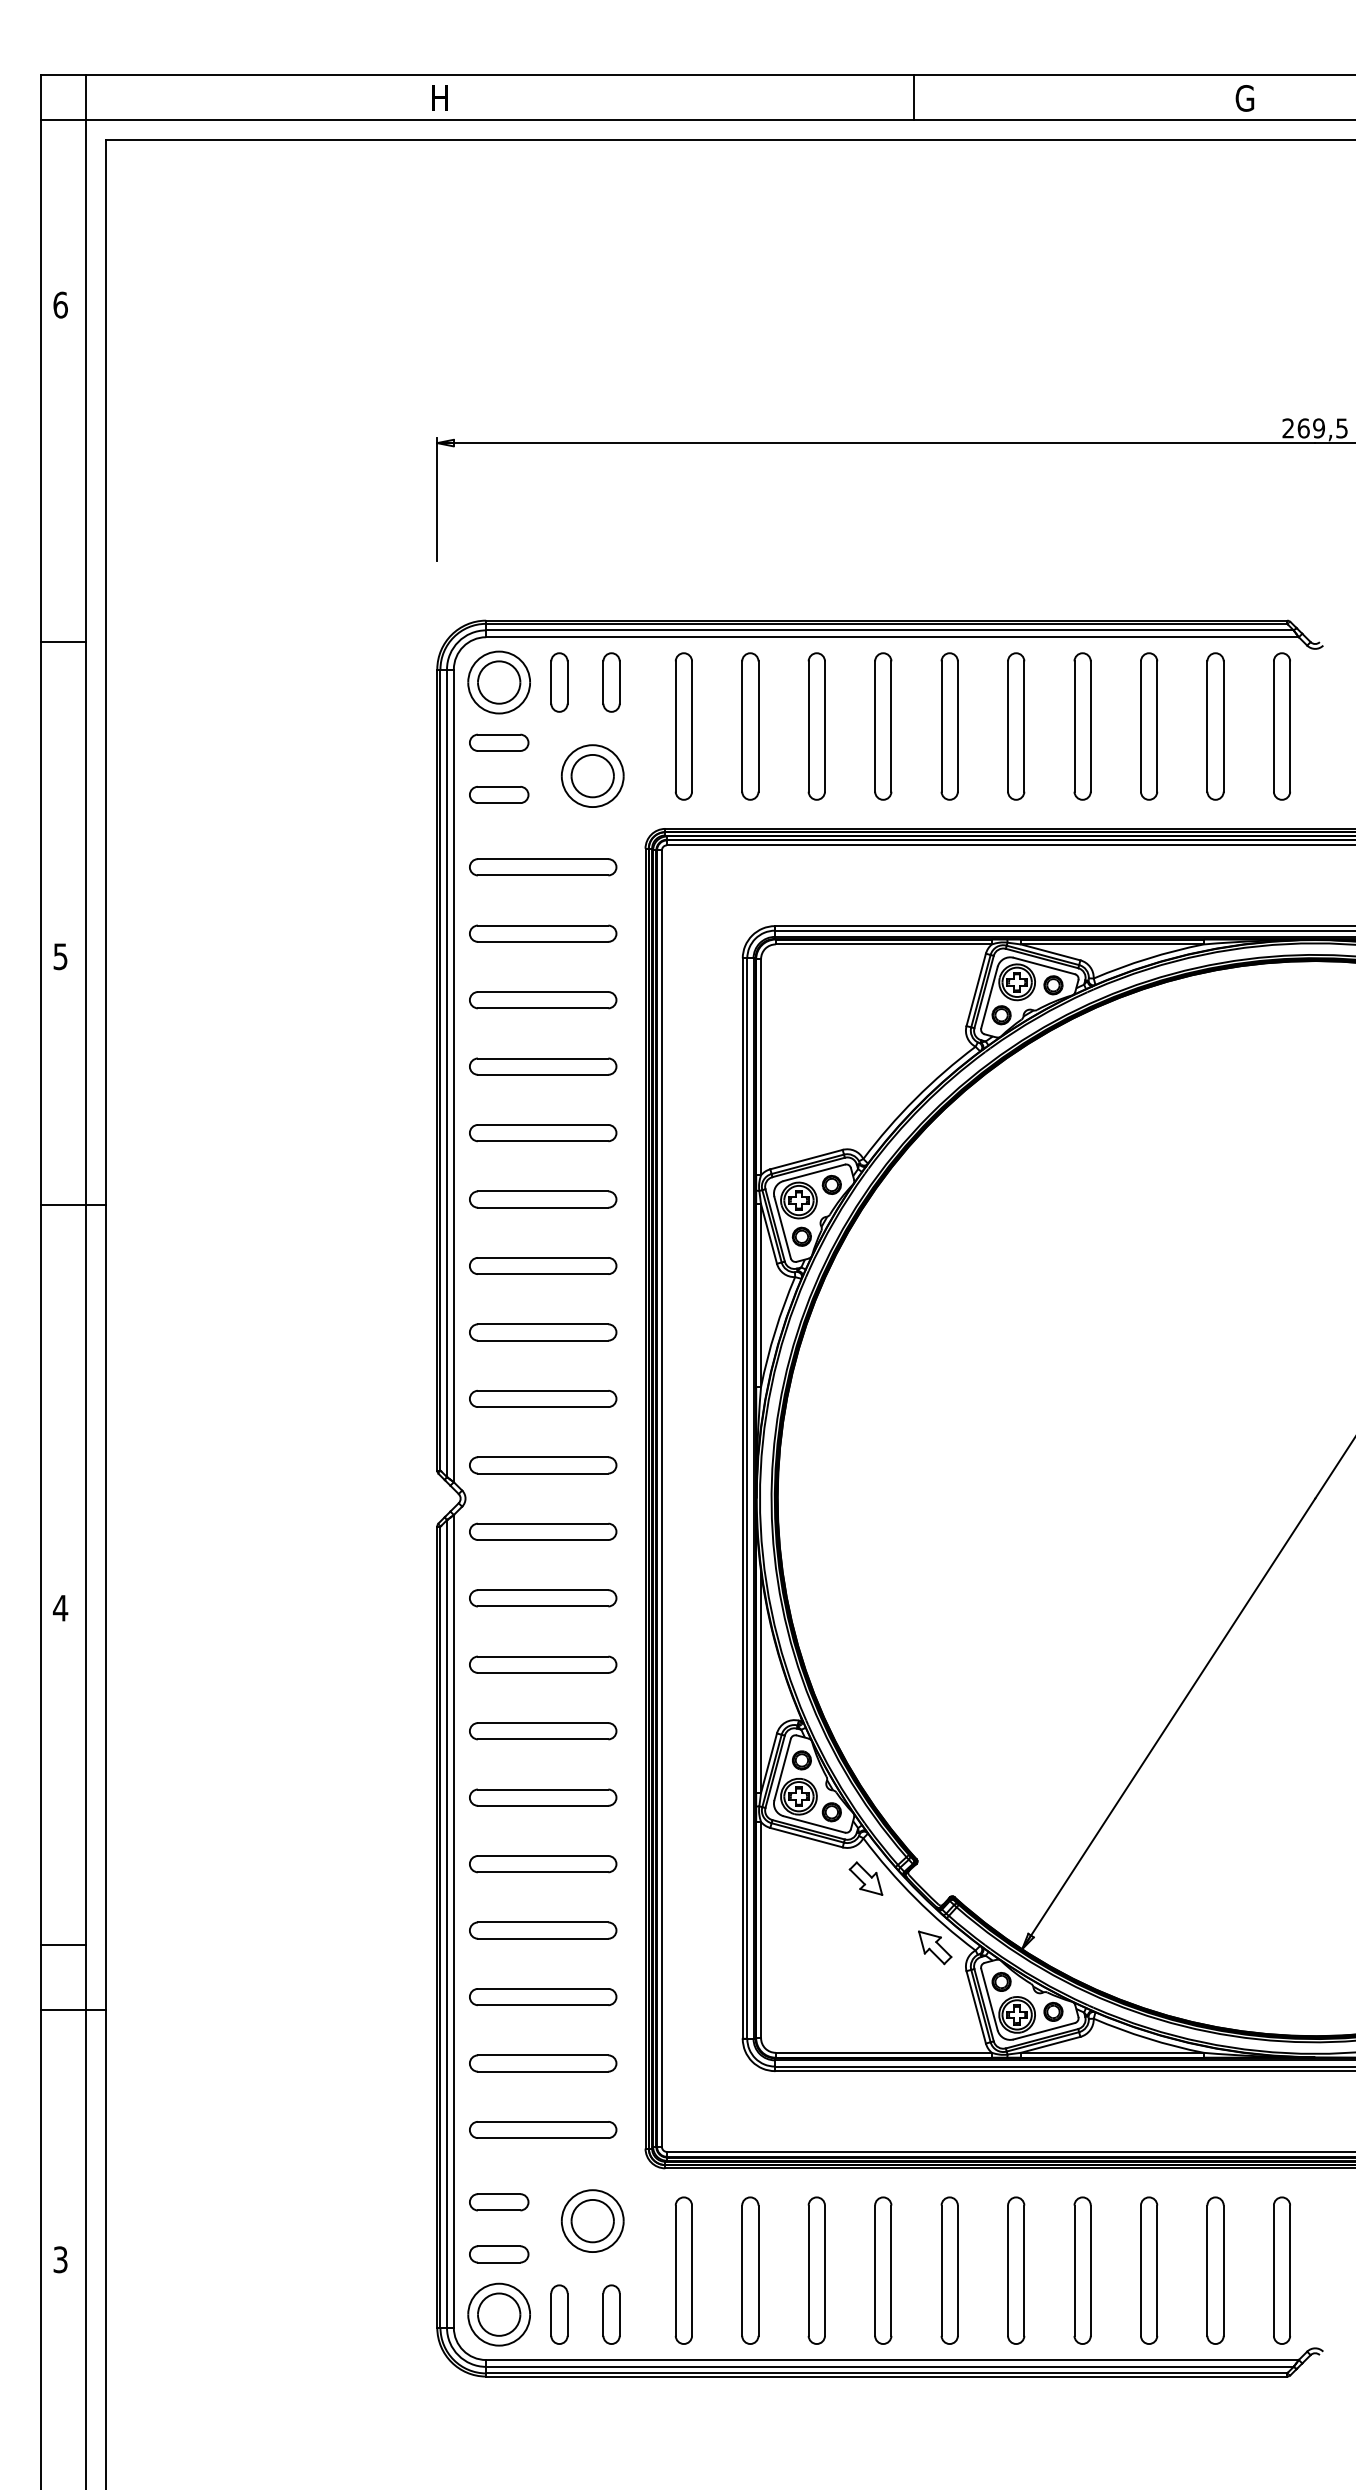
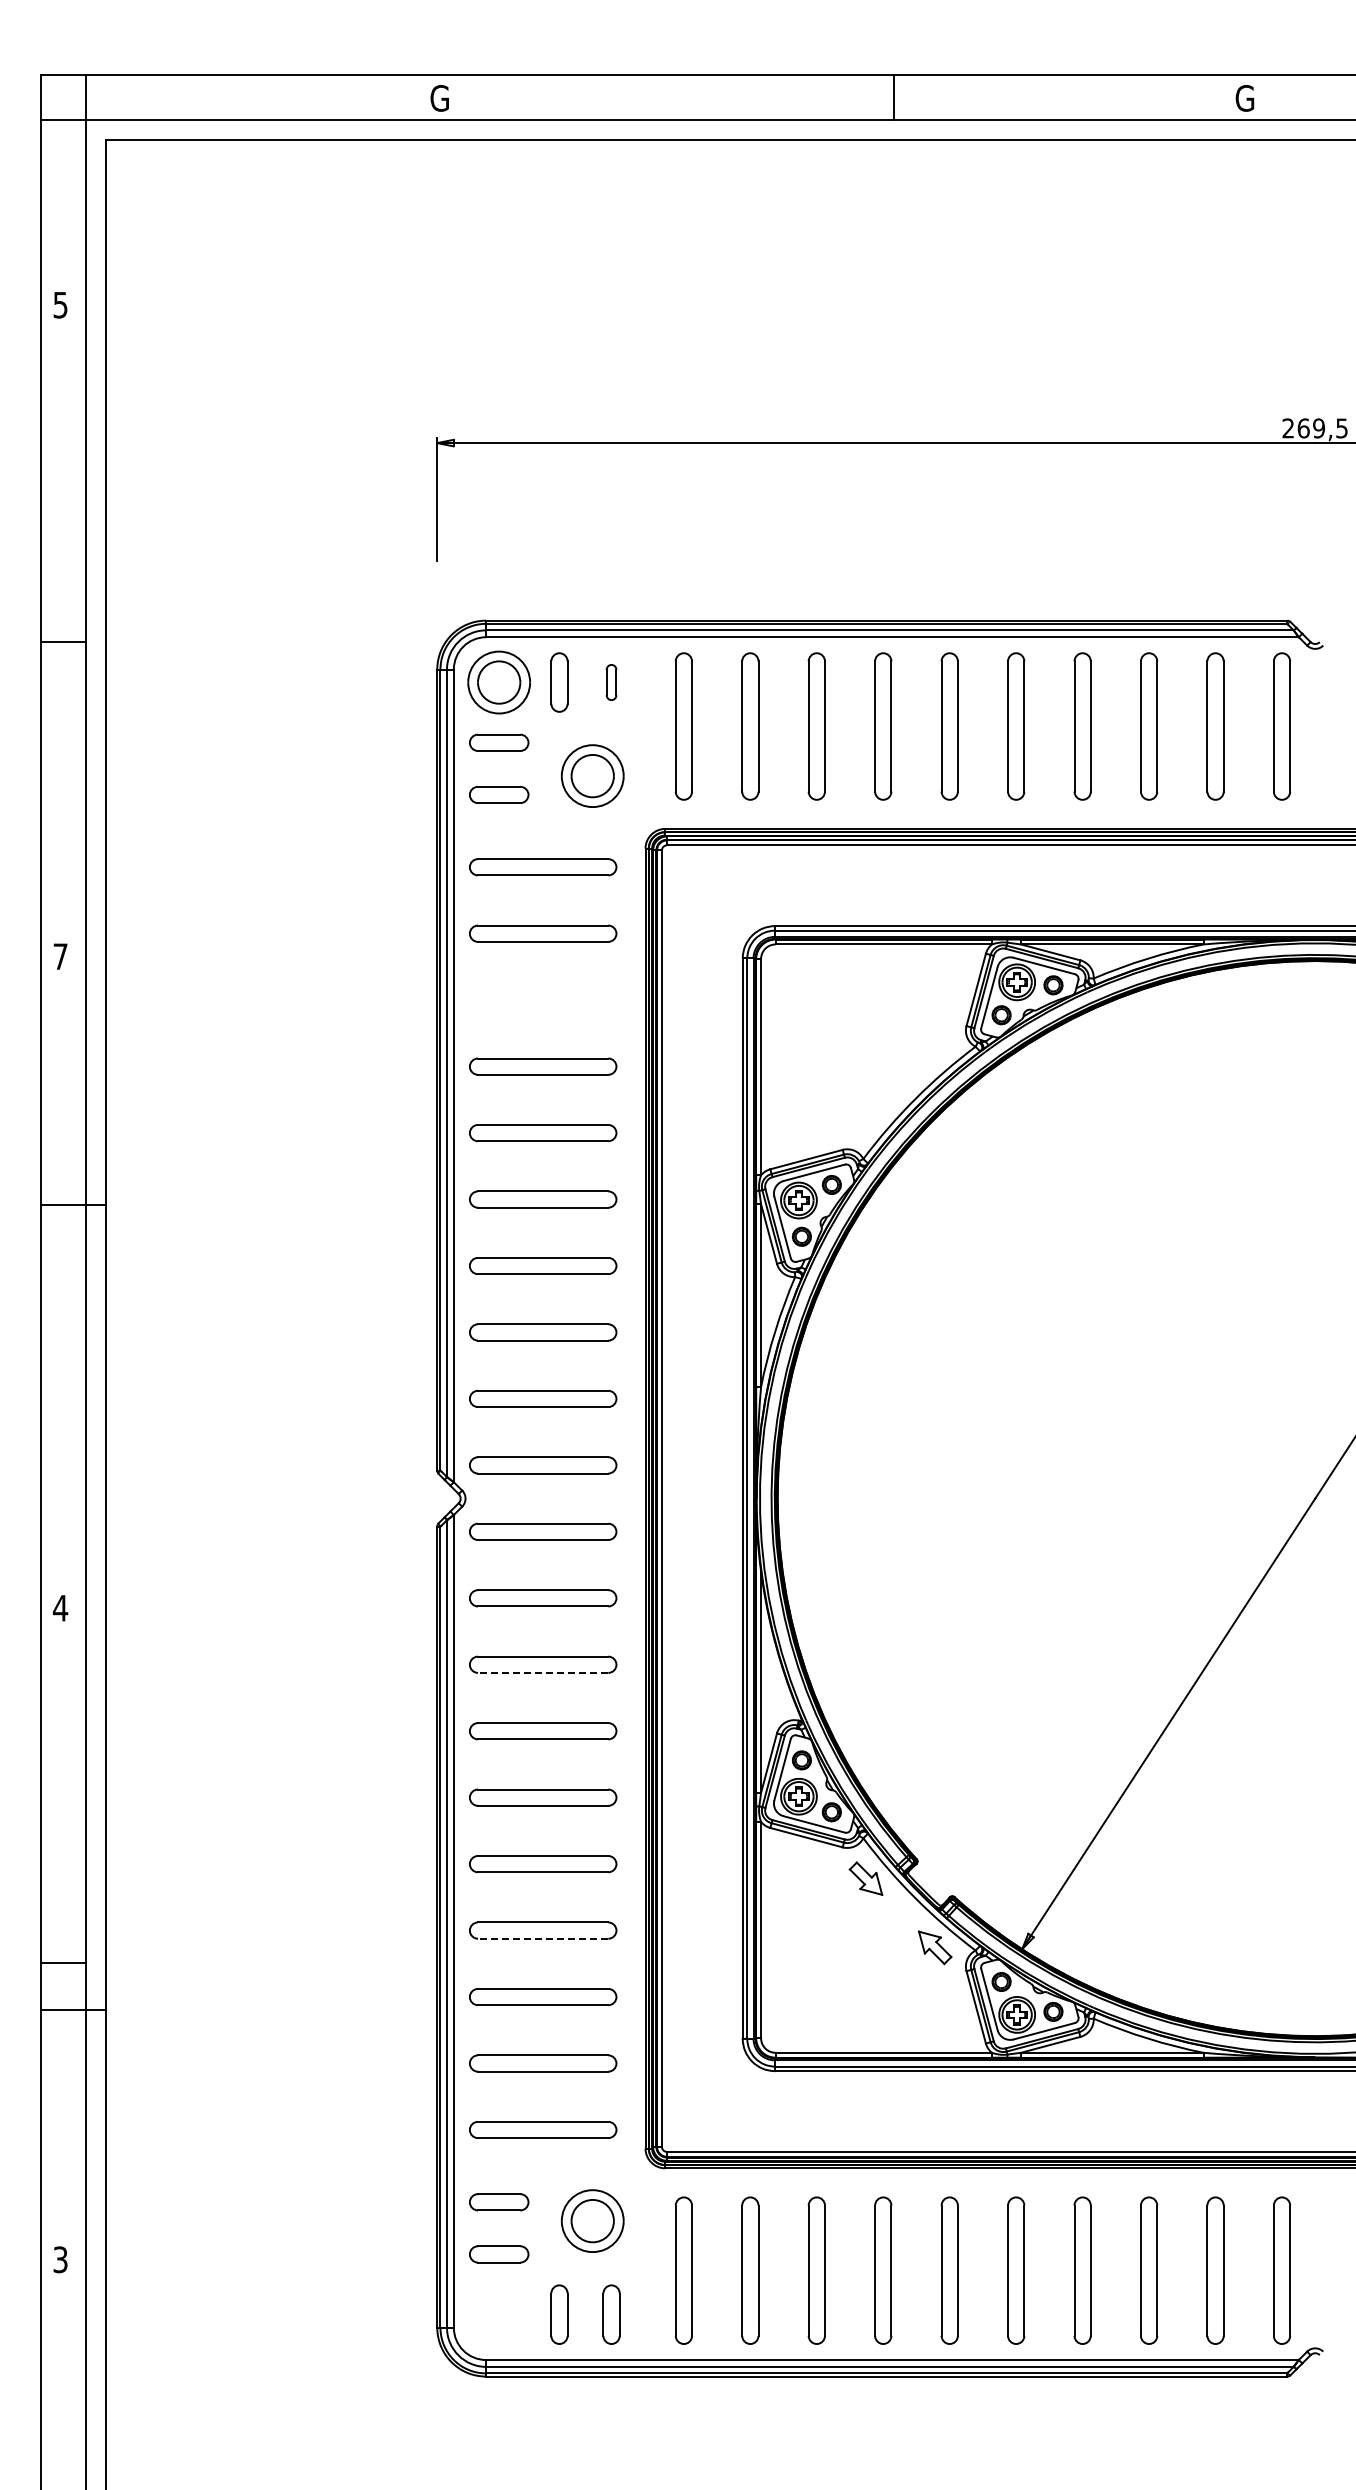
line at (913, 97) position: (913, 97) -> (893, 97)
text at (439, 98): H -> G
text at (60, 304): 6 -> 5
part at (611, 682) size: 19x61 px -> 13x37 px
text at (60, 956): 5 -> 7
part at (543, 1000): present -> none
line at (542, 1672): solid -> dashed
line at (542, 1938): solid -> dashed
line at (63, 1944) position: (63, 1944) -> (63, 1962)
part at (498, 2314): present -> none
